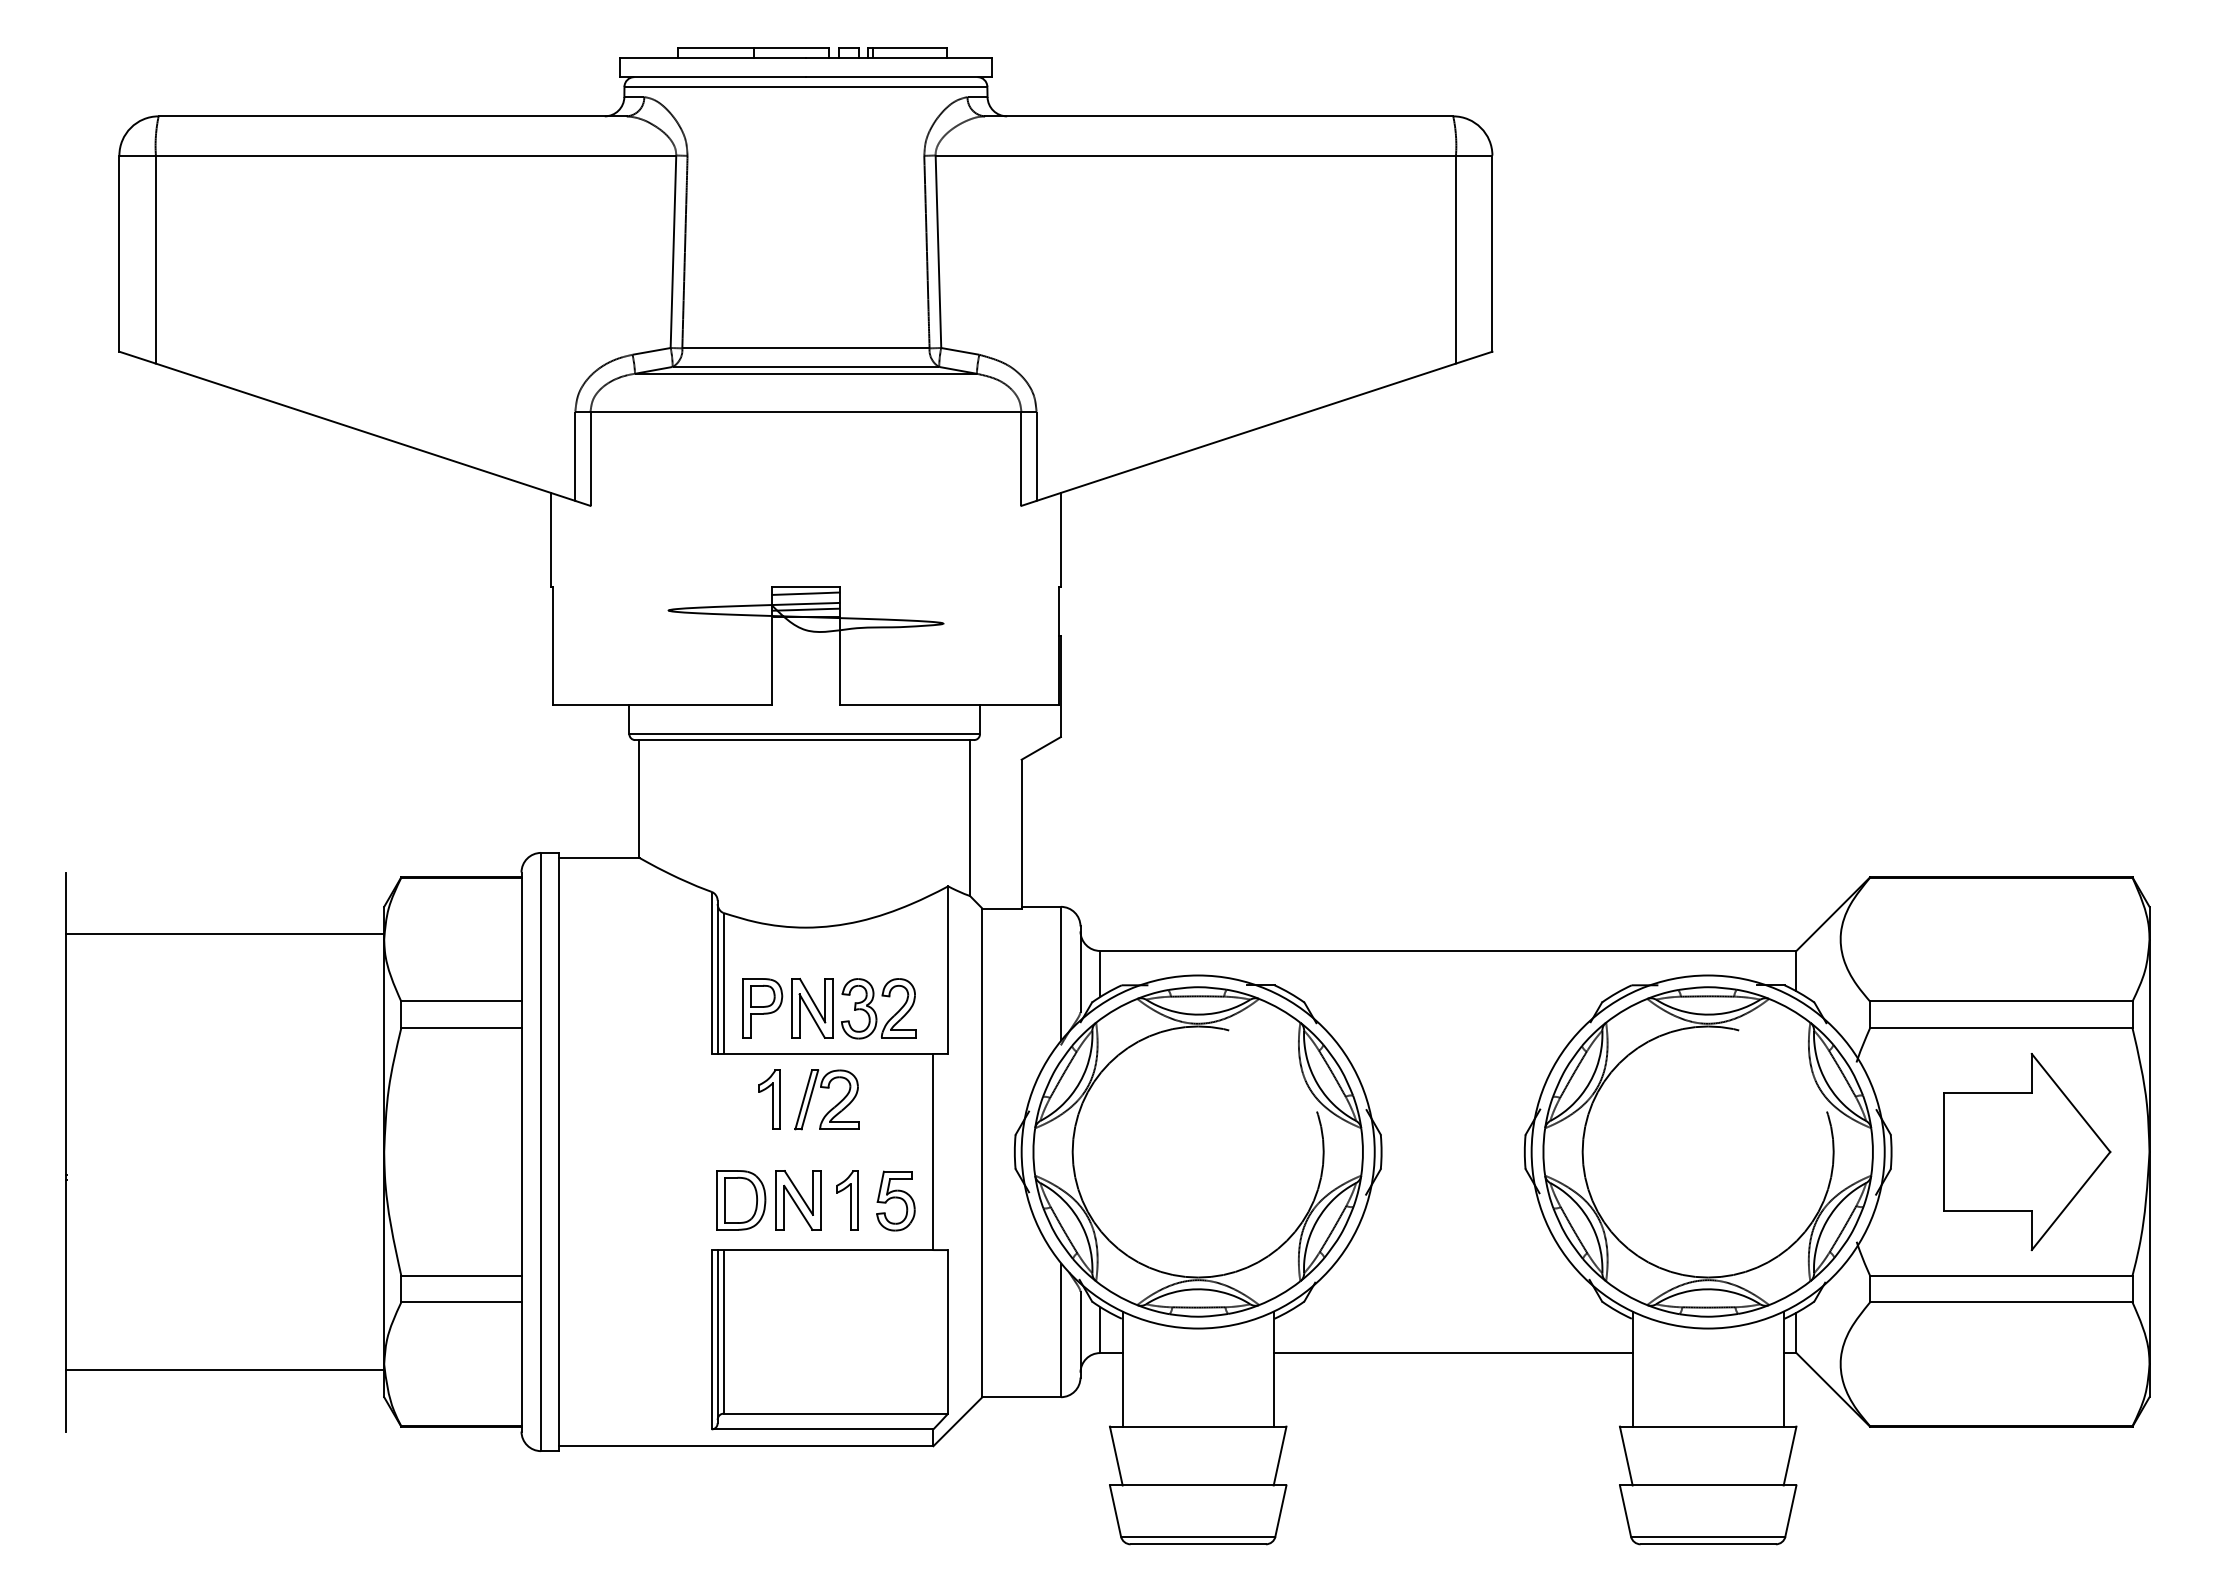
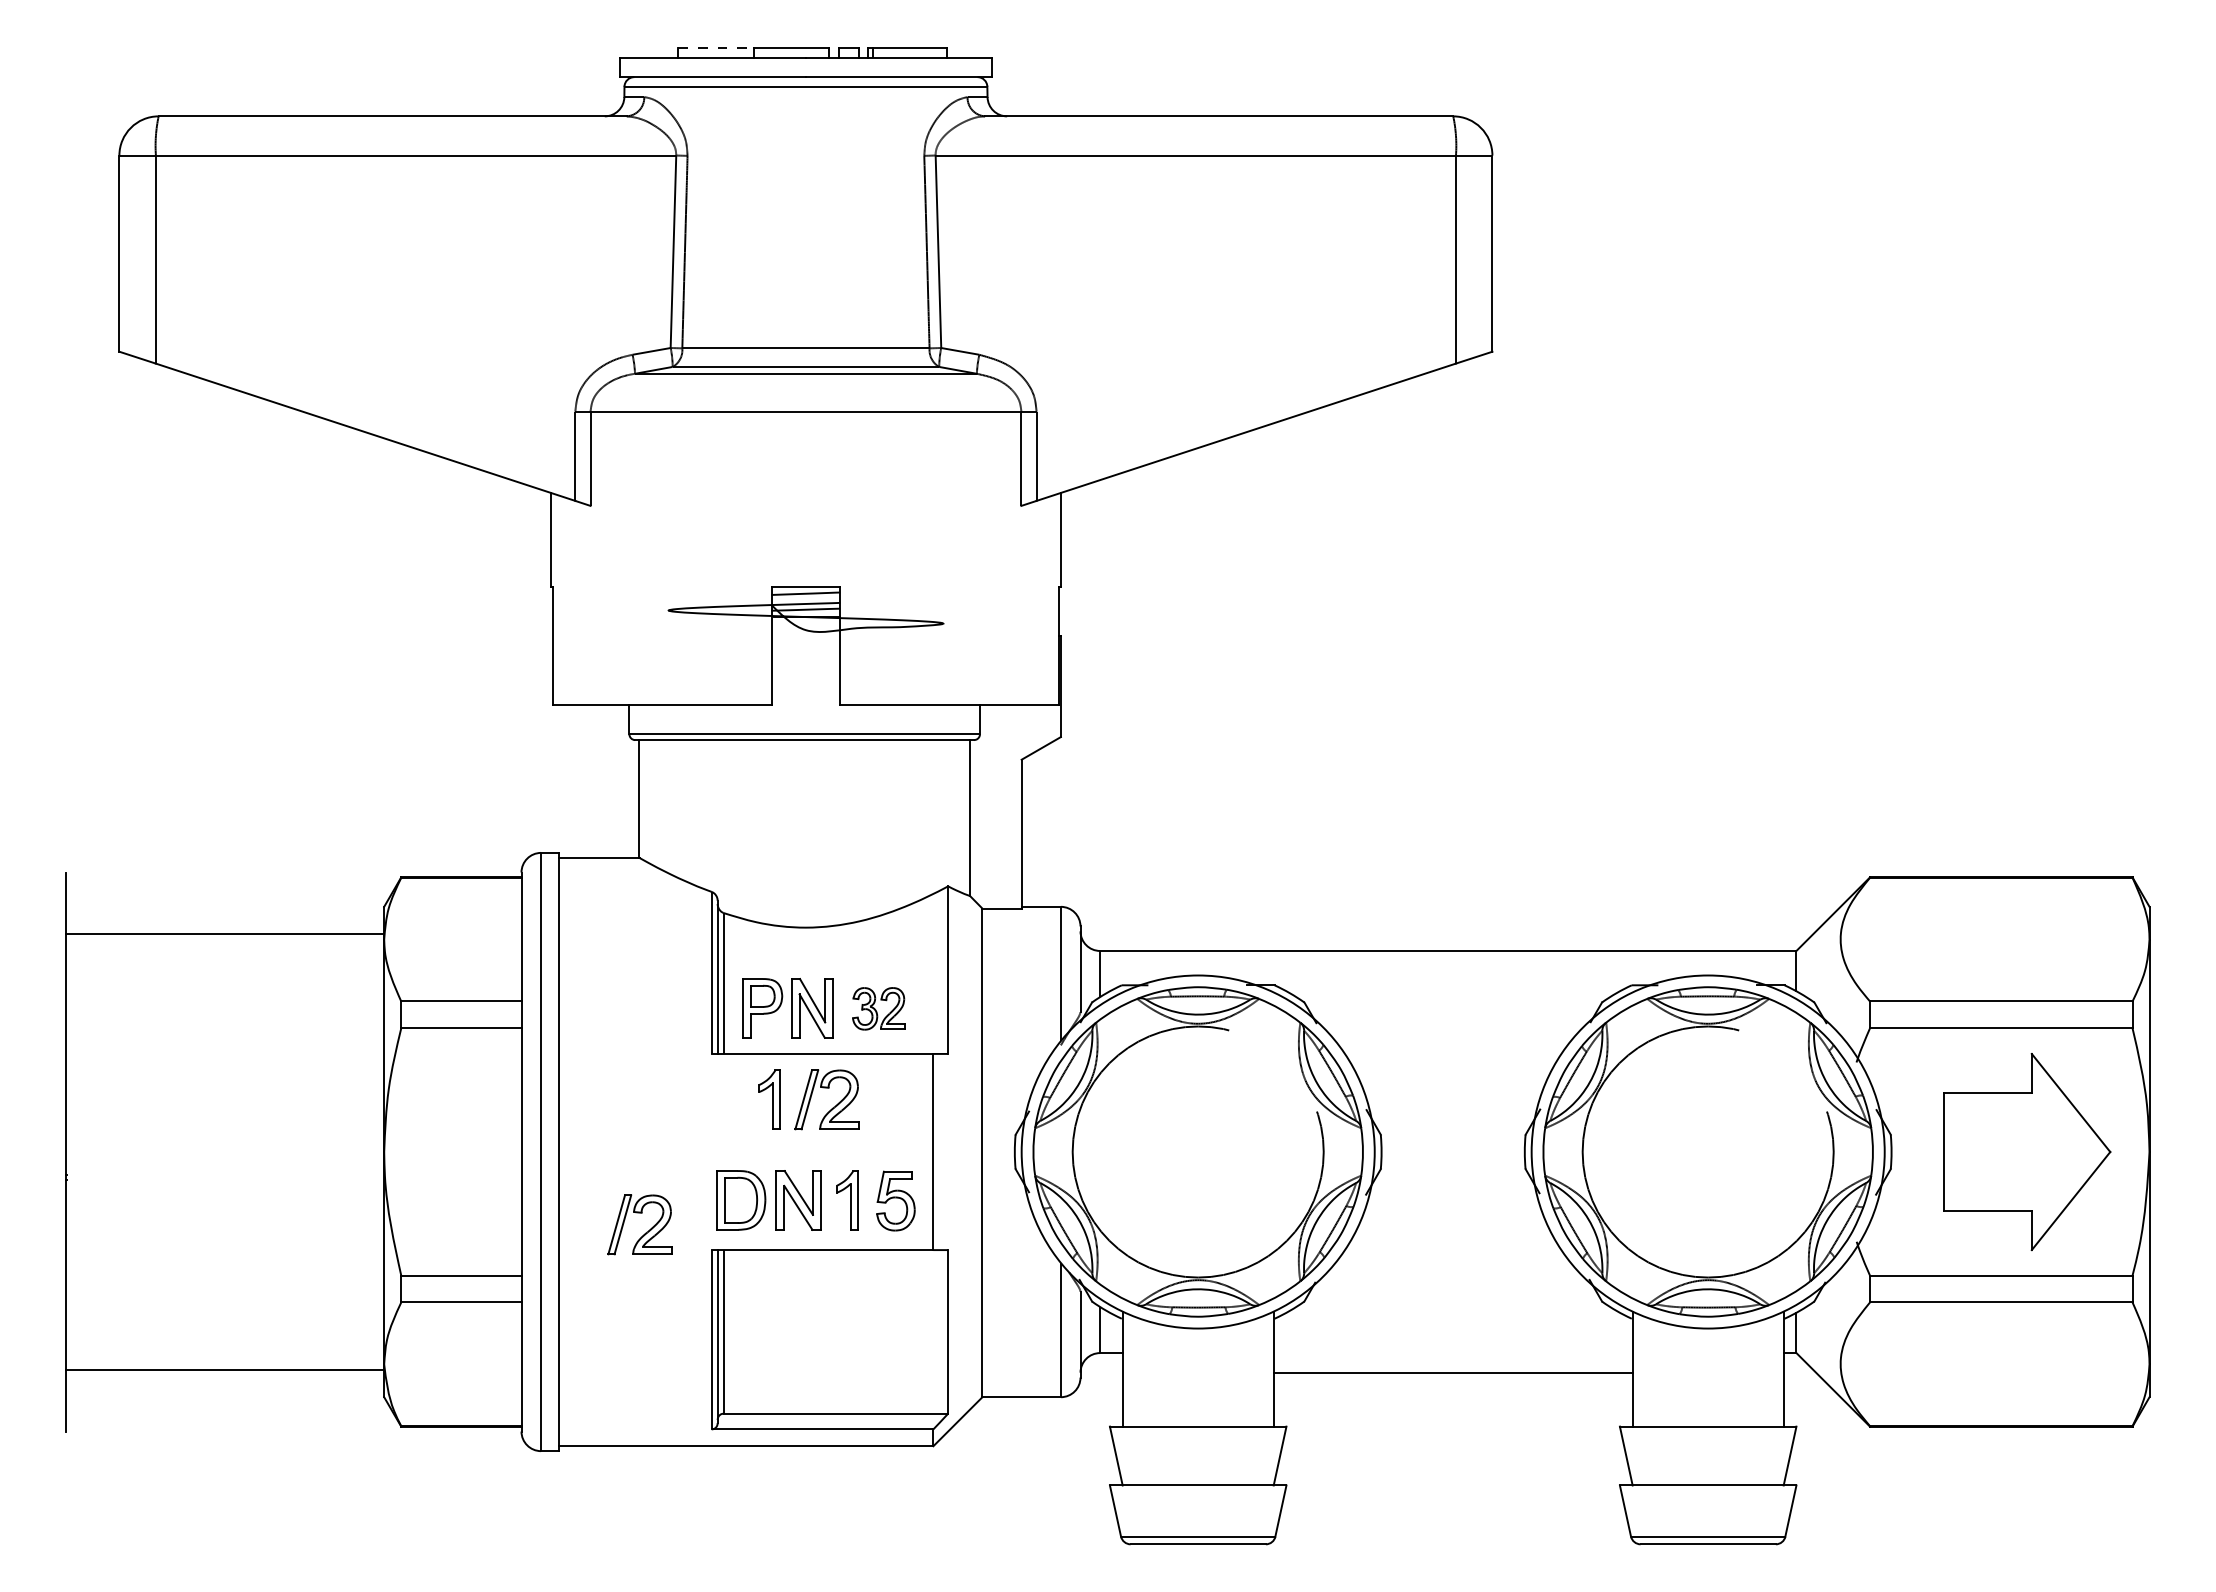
line at (716, 47): solid -> dashed
part at (878, 1008) size: 76x62 px -> 54x44 px
part at (645, 1232): none -> present
line at (1452, 1353) position: (1452, 1353) -> (1452, 1373)
